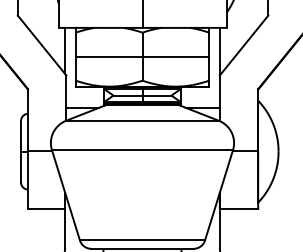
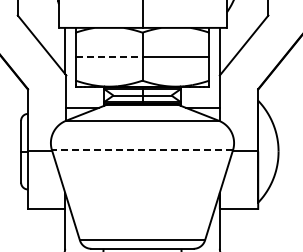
line at (109, 56): solid -> dashed
line at (142, 150): solid -> dashed
